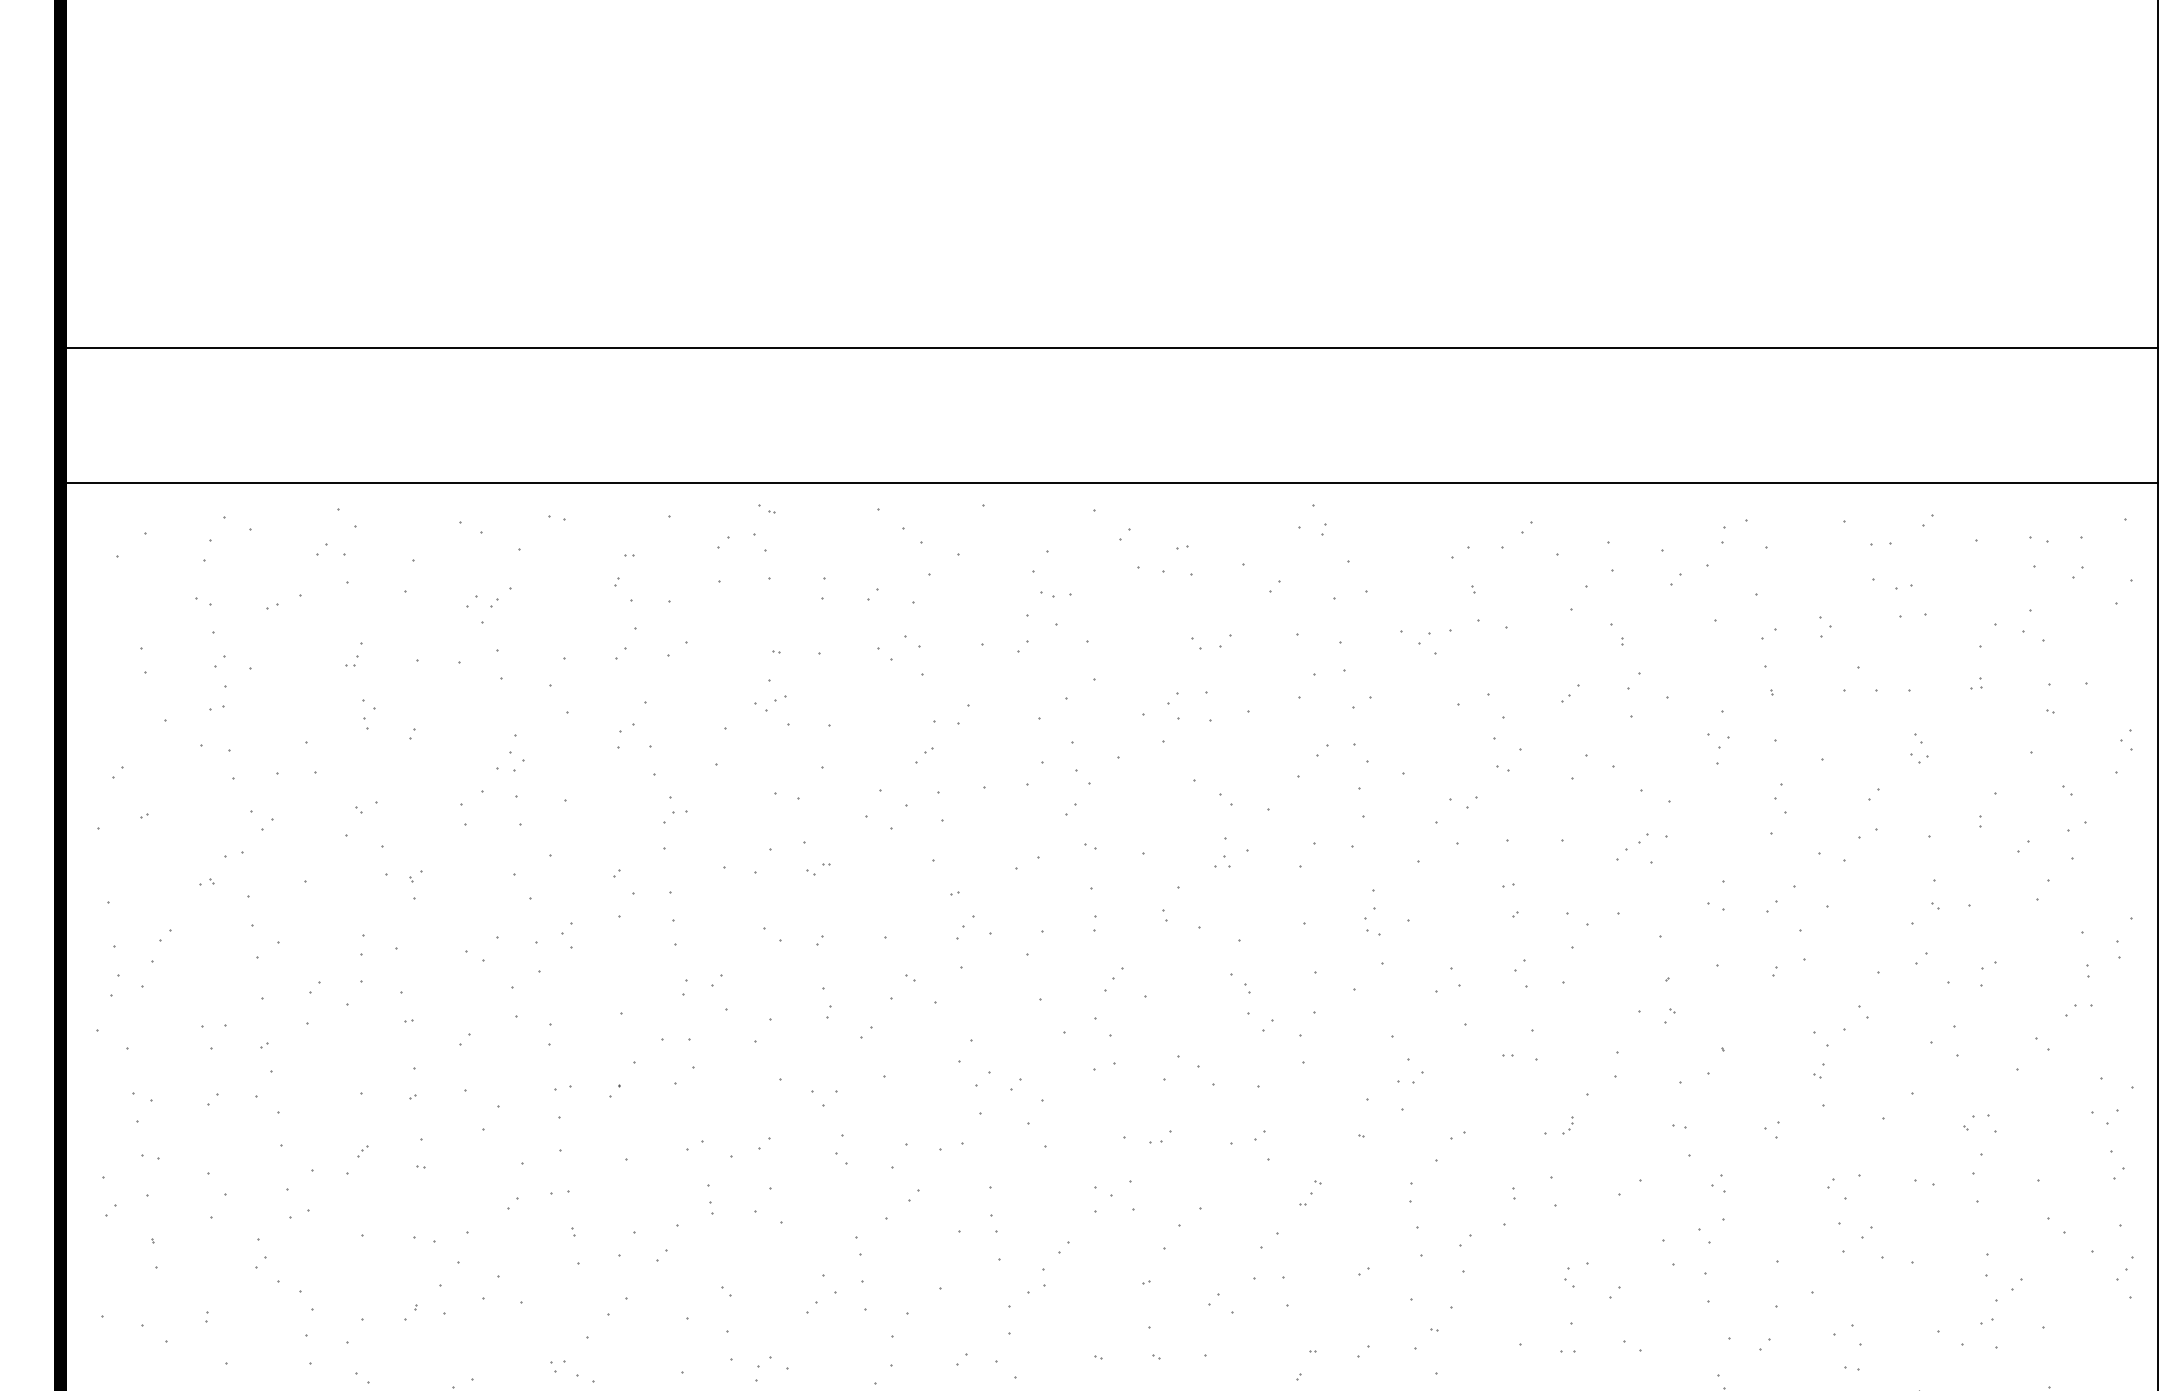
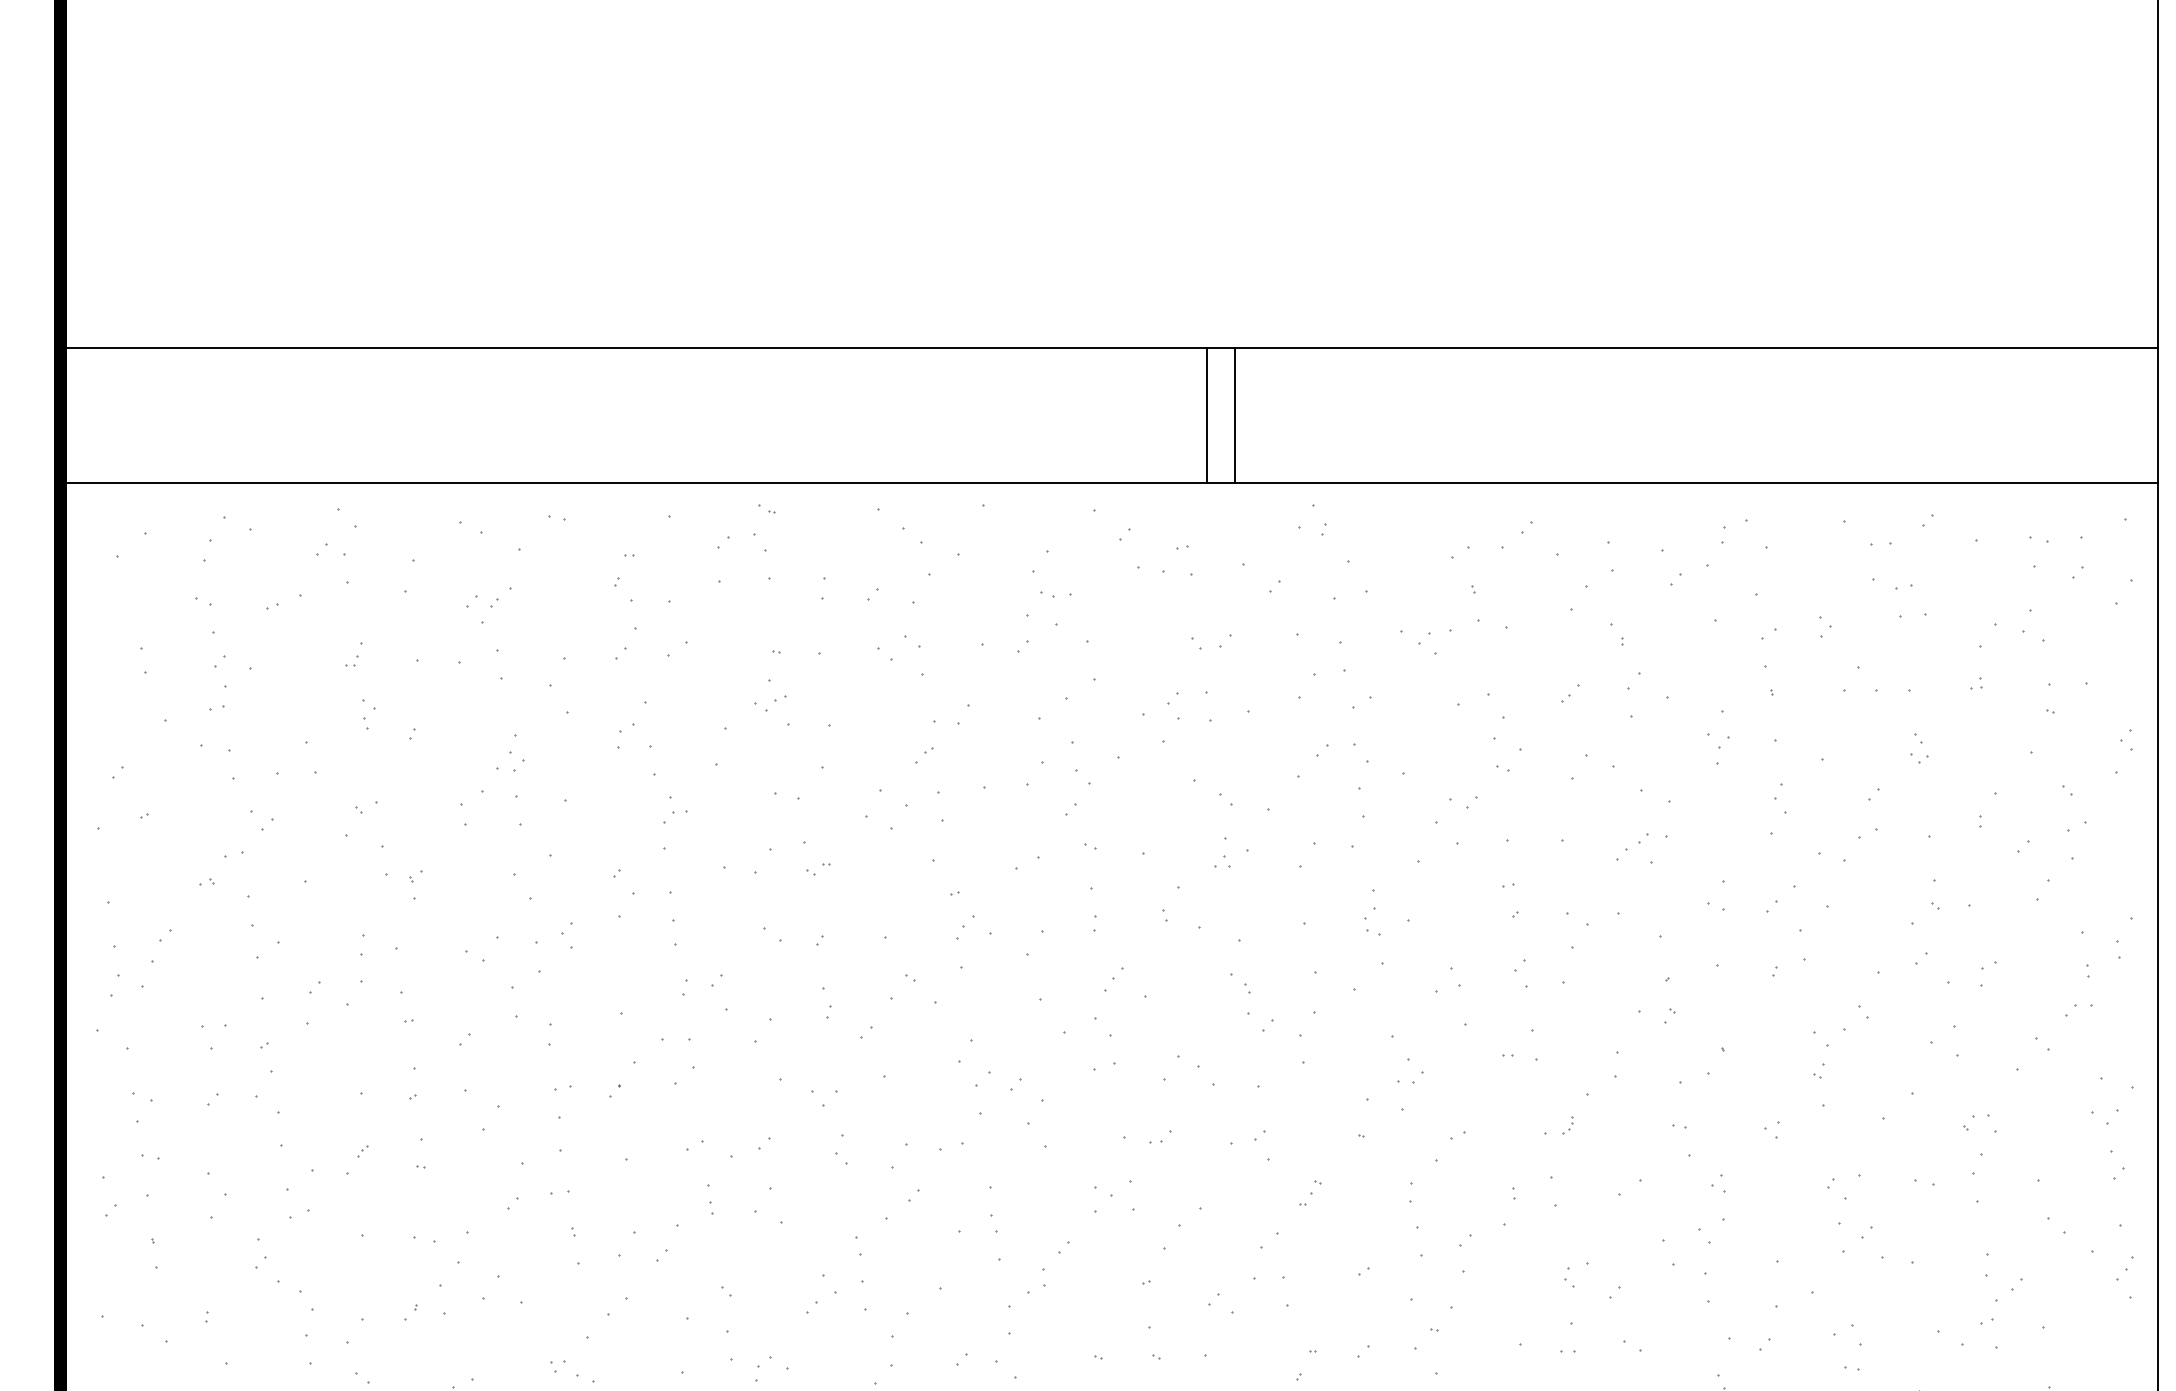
line at (1207, 415): none -> present
line at (1234, 415): none -> present
